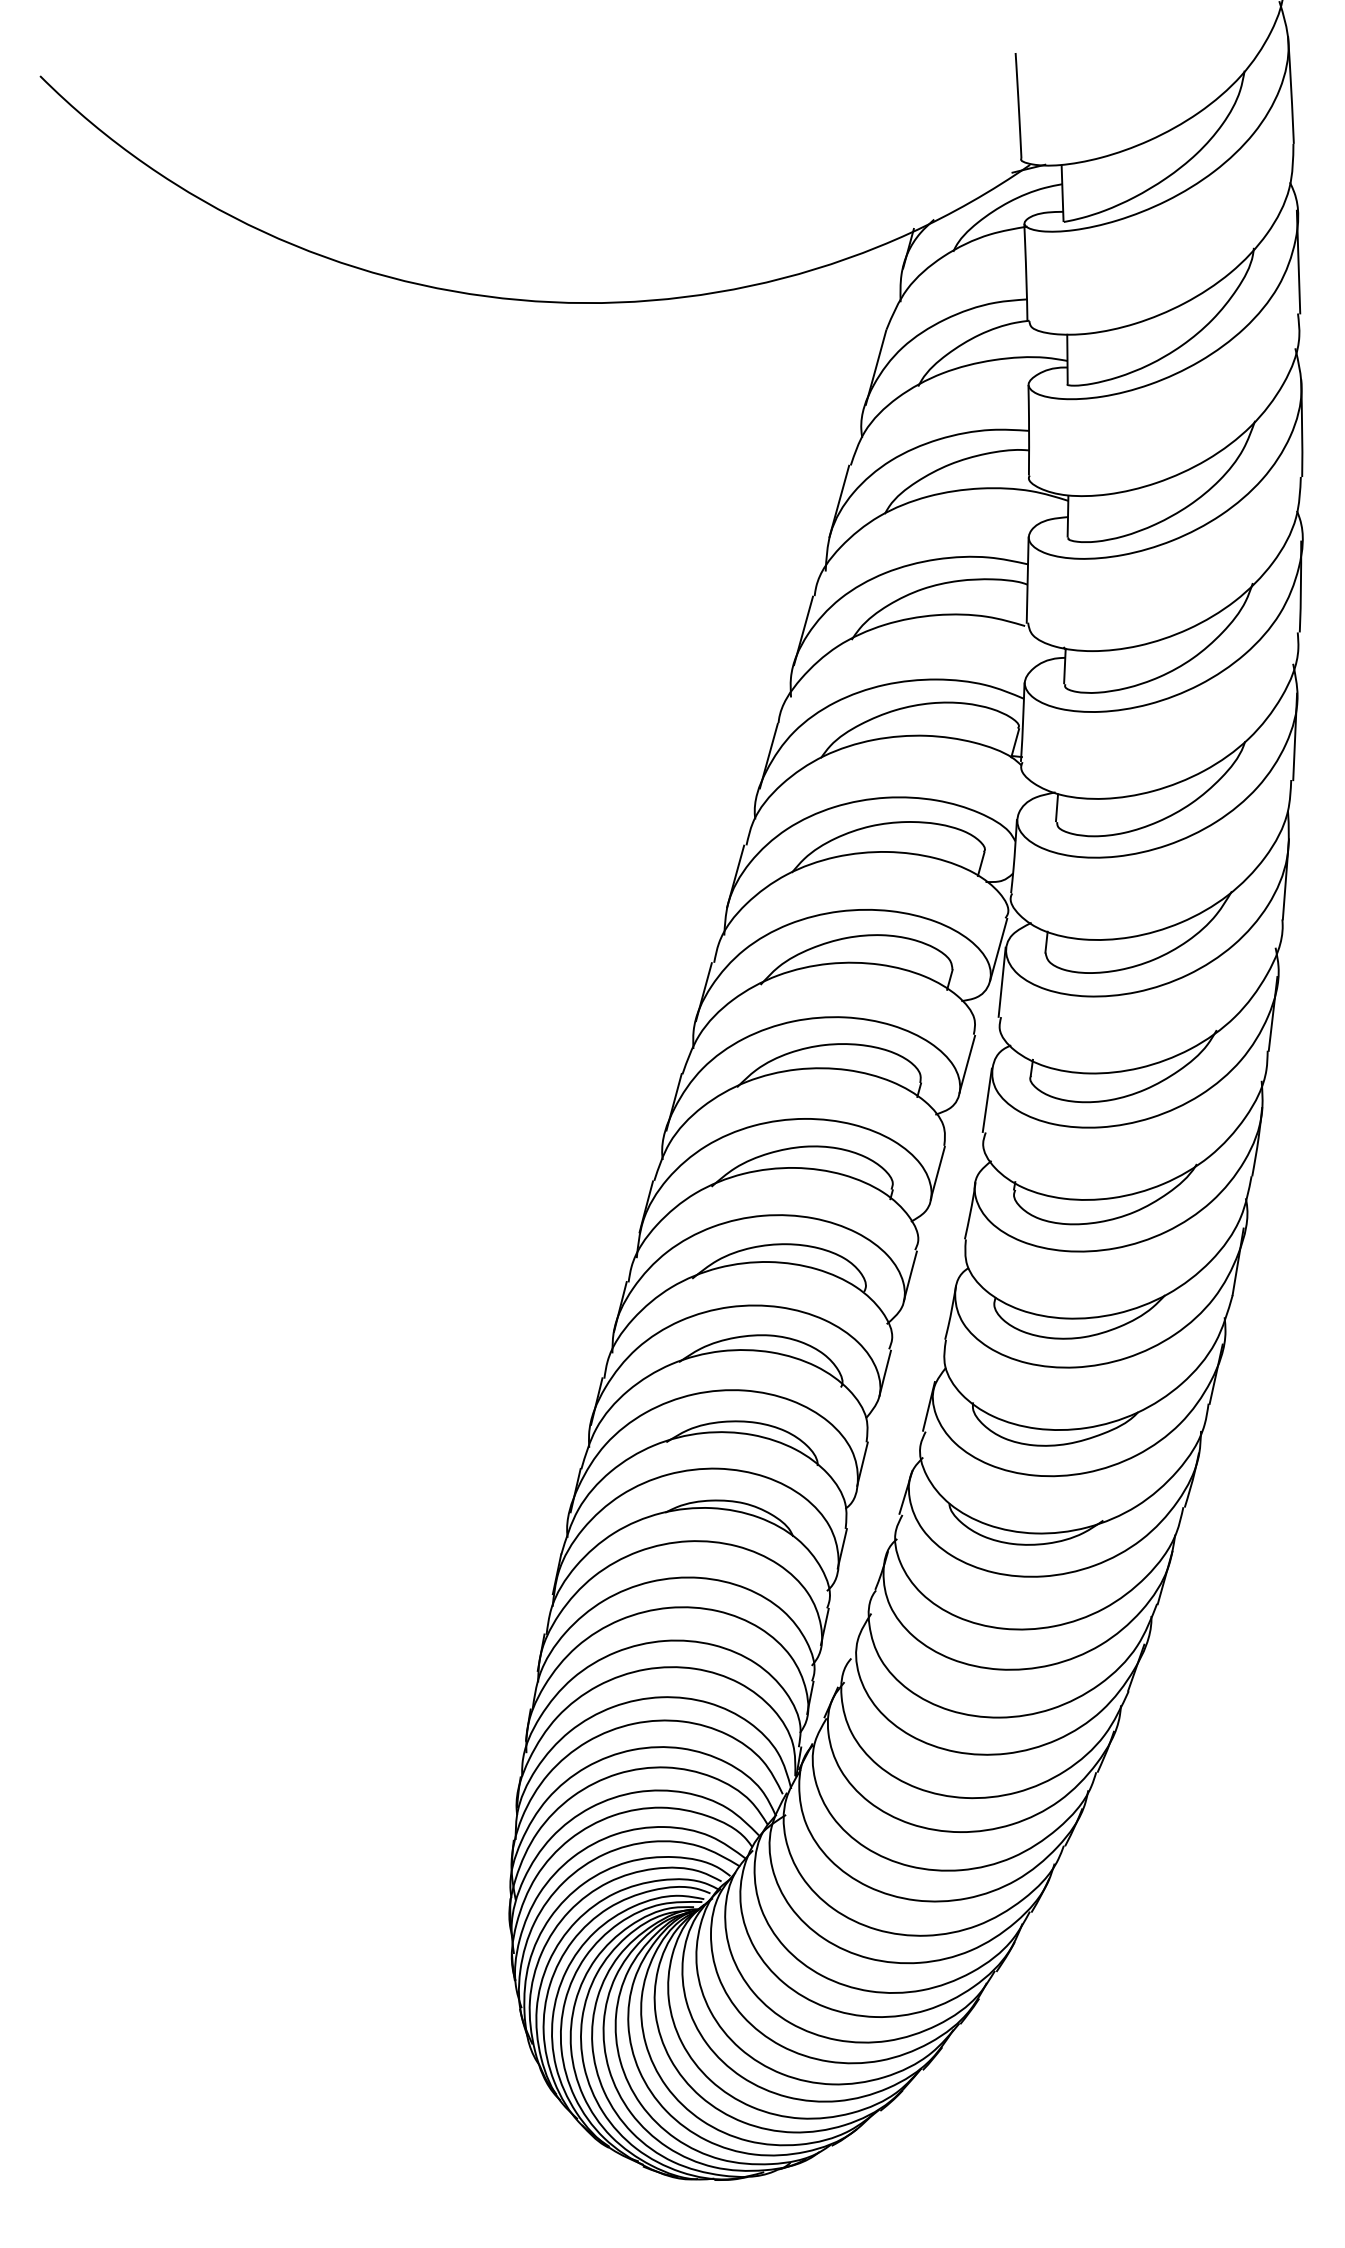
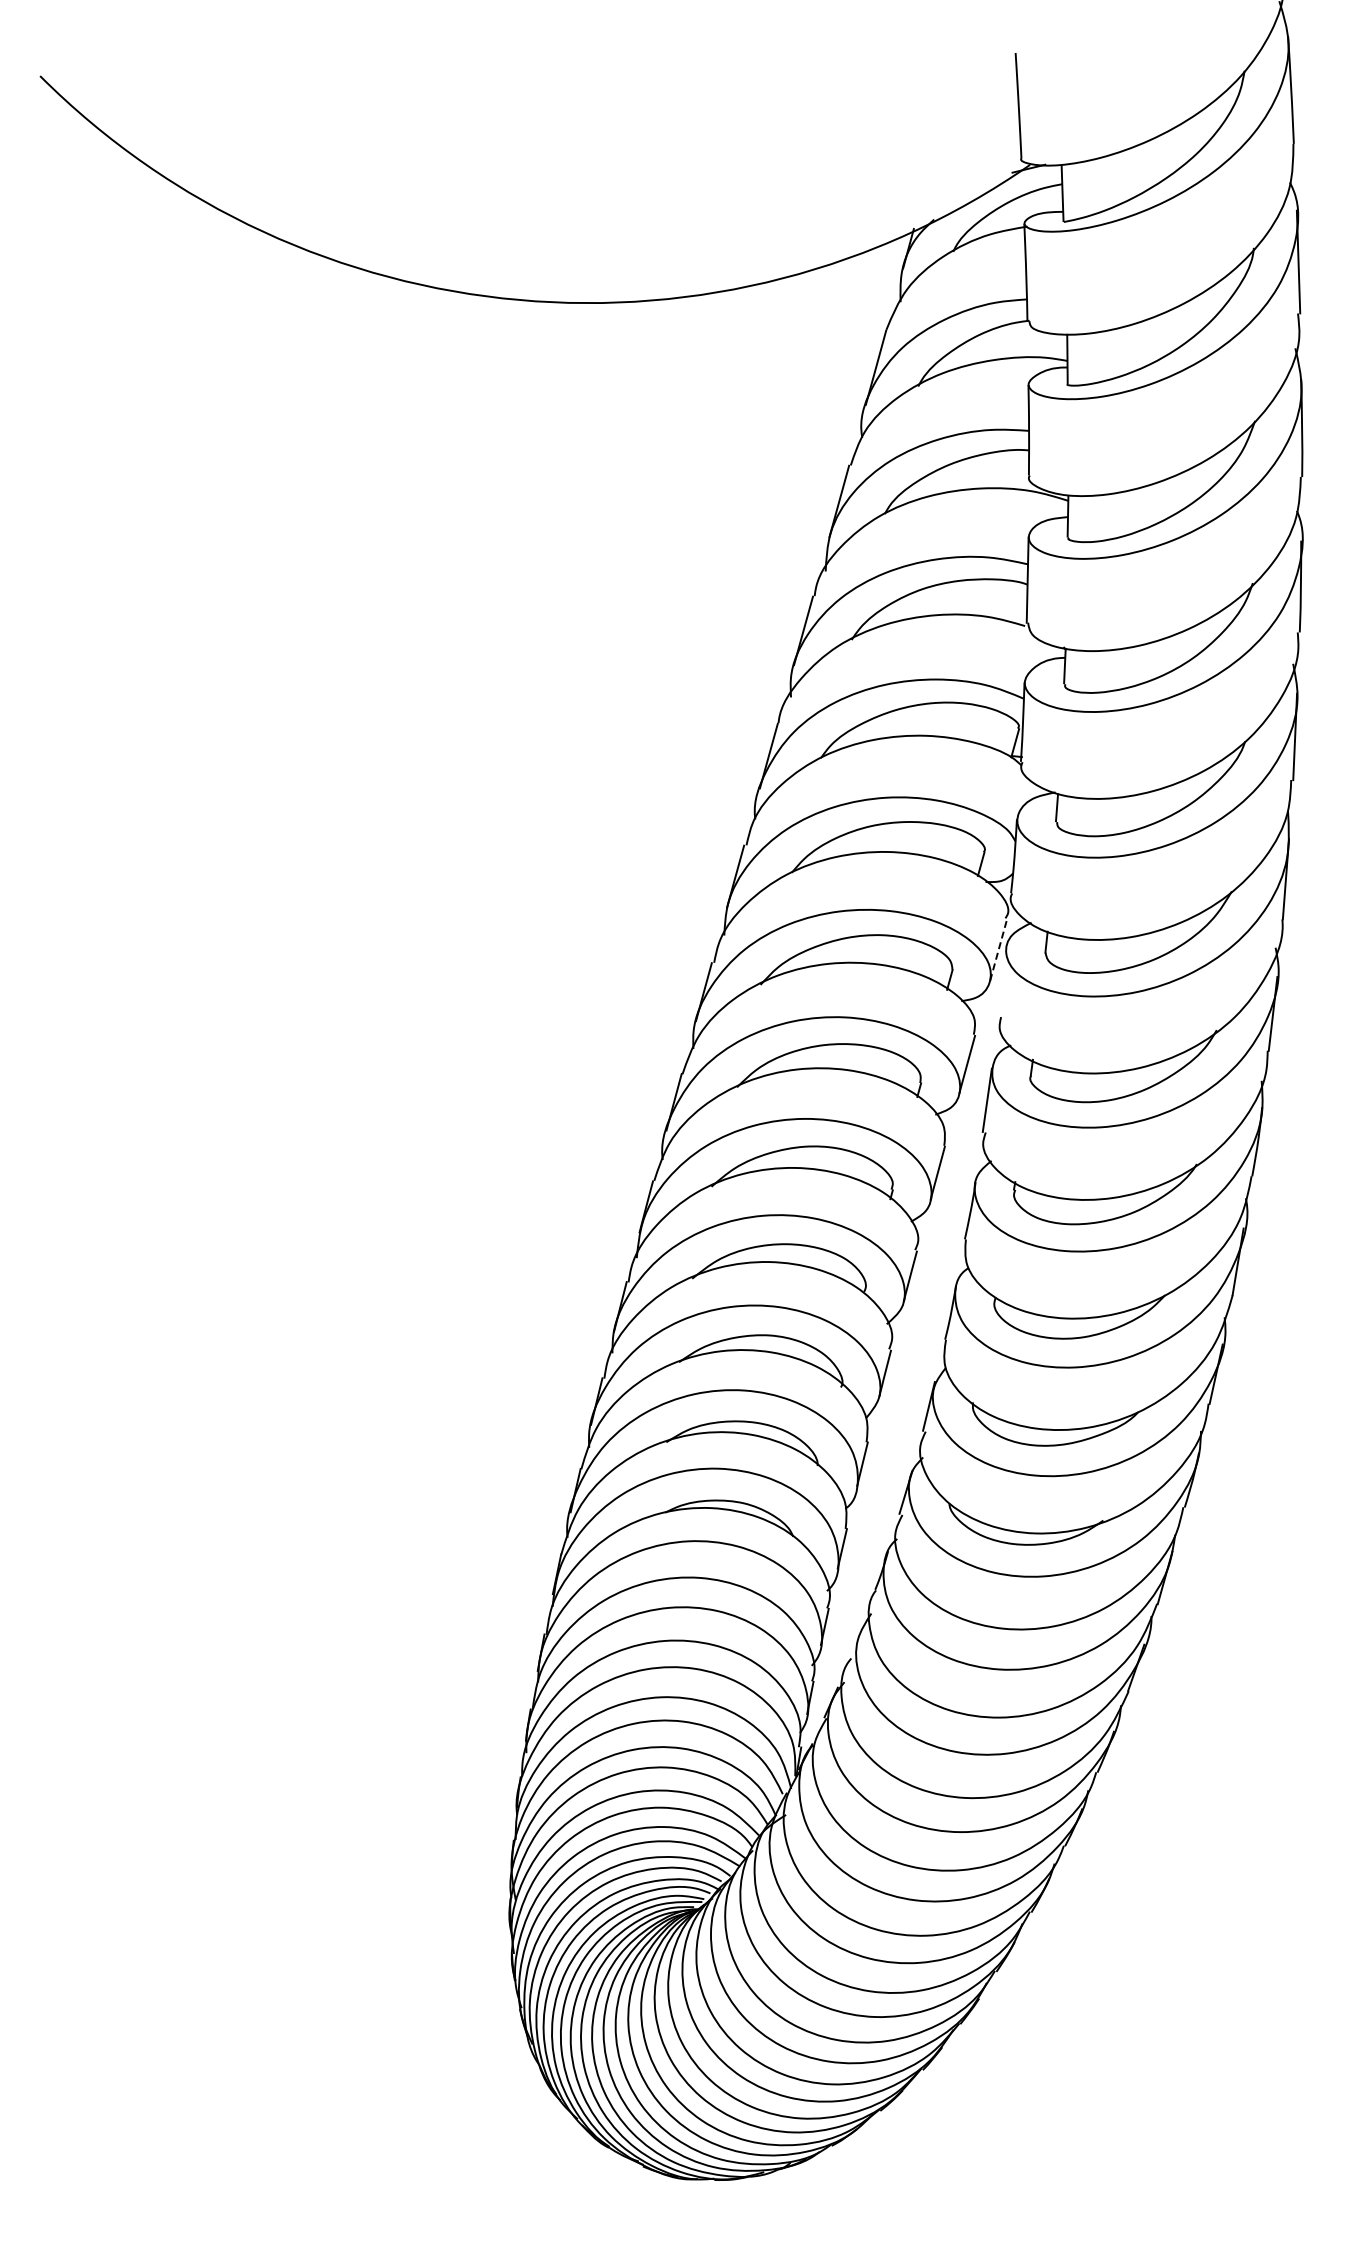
line at (998, 949): solid -> dashed
line at (1001, 981): present -> none
